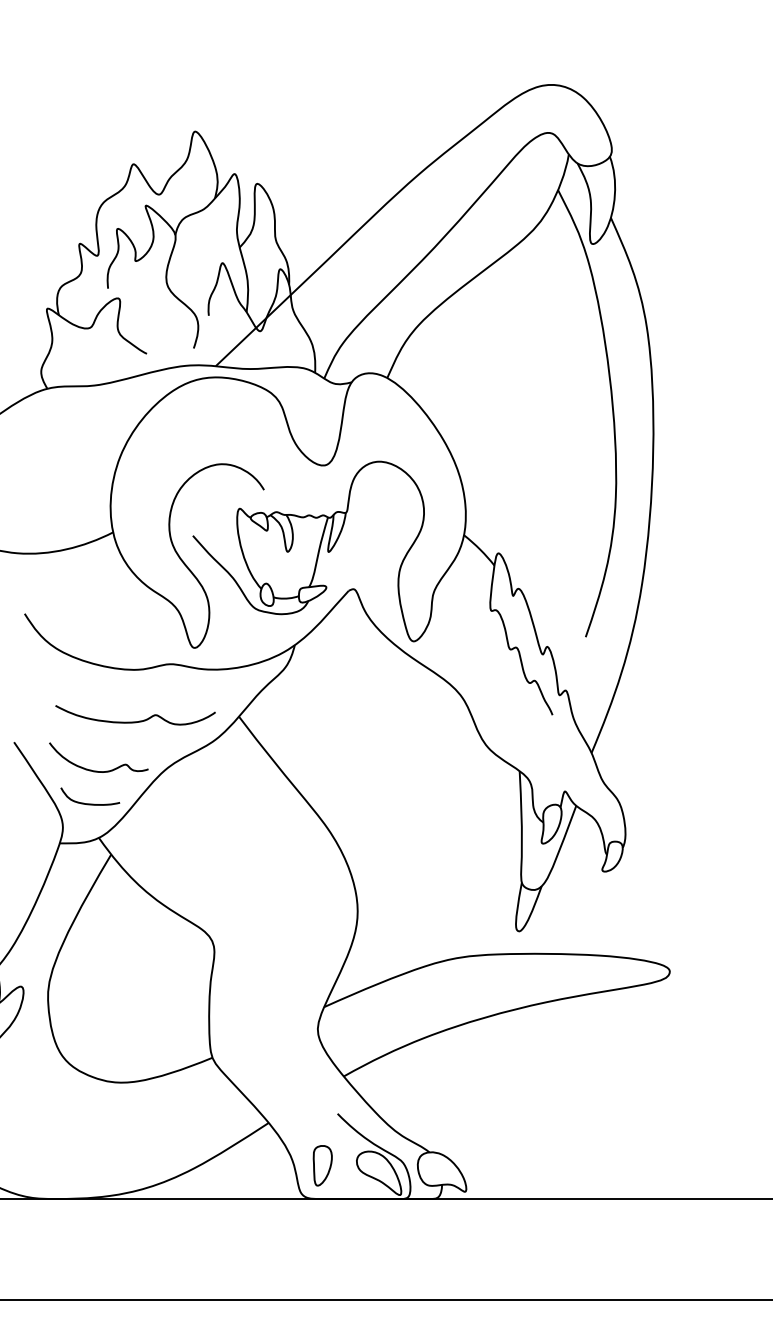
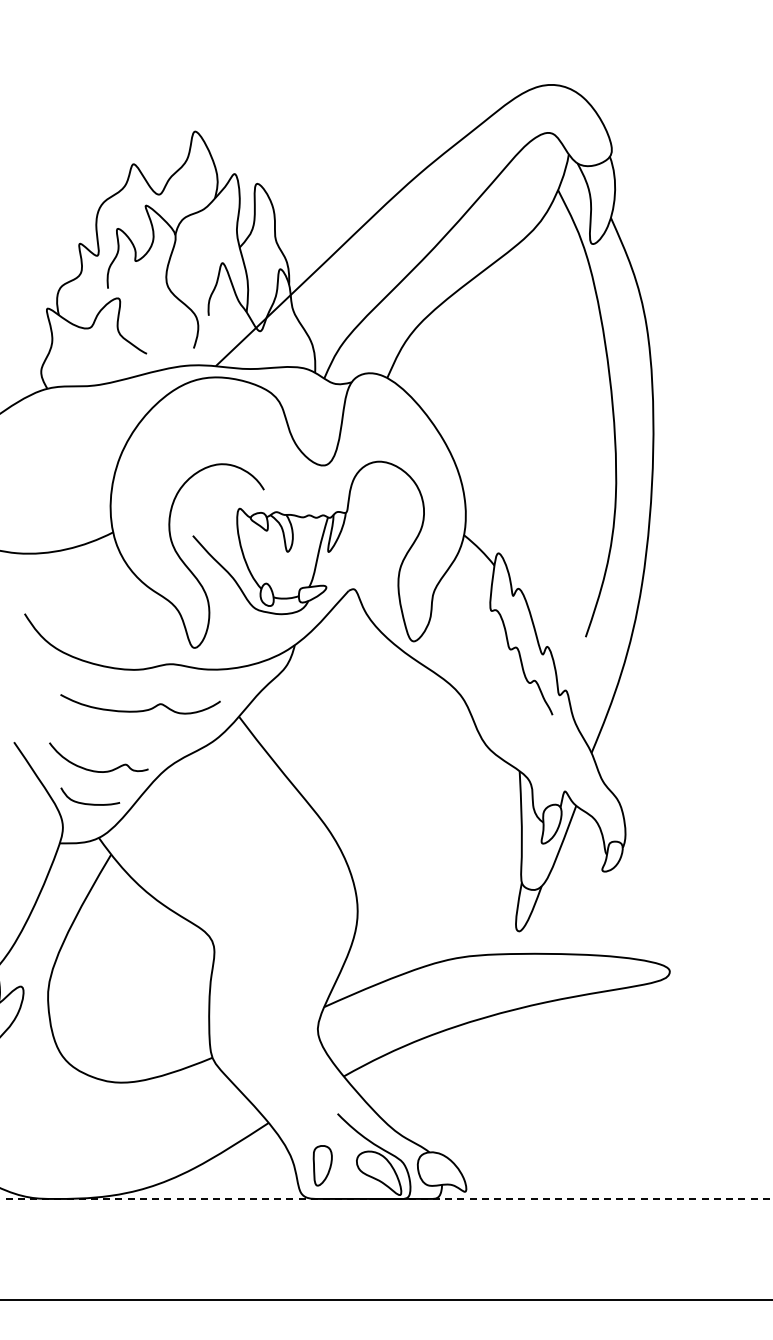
curve at (135, 721) position: (135, 721) -> (140, 710)
line at (386, 1198): solid -> dashed
